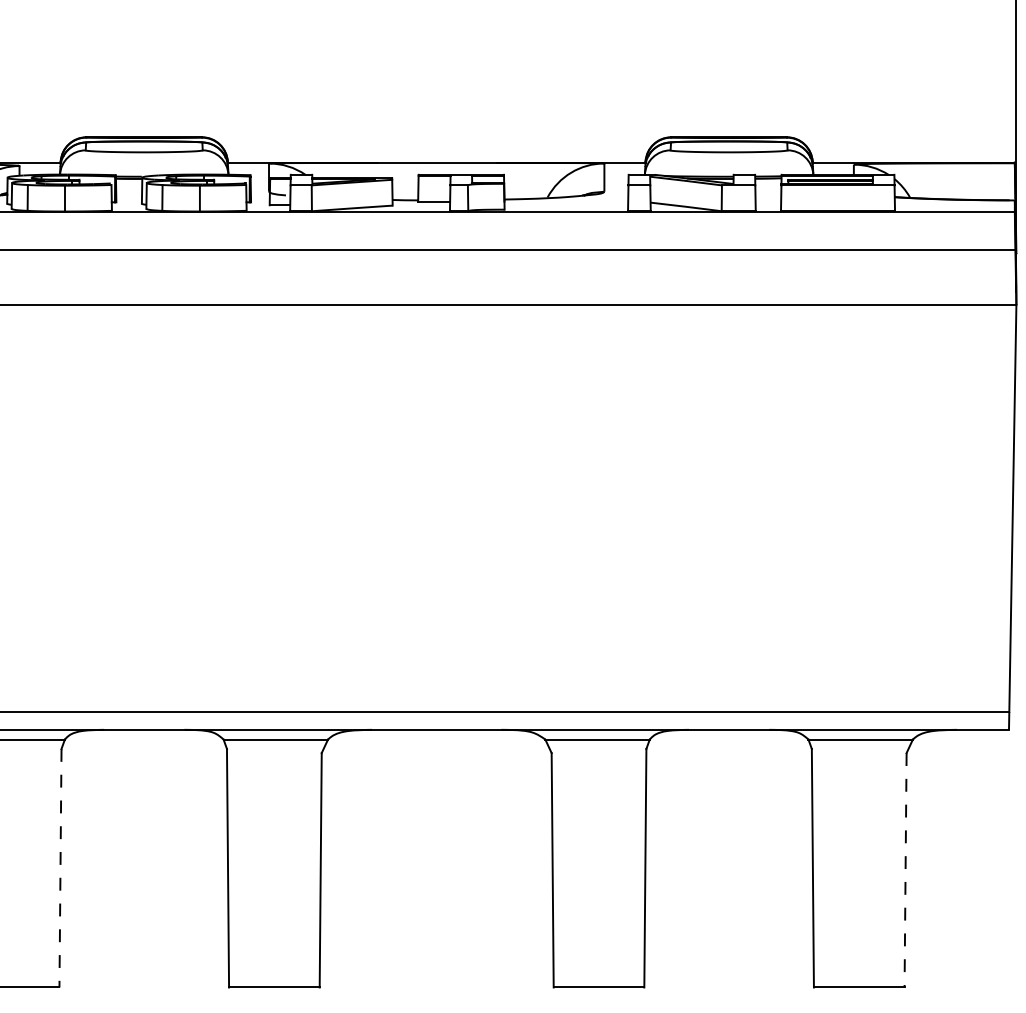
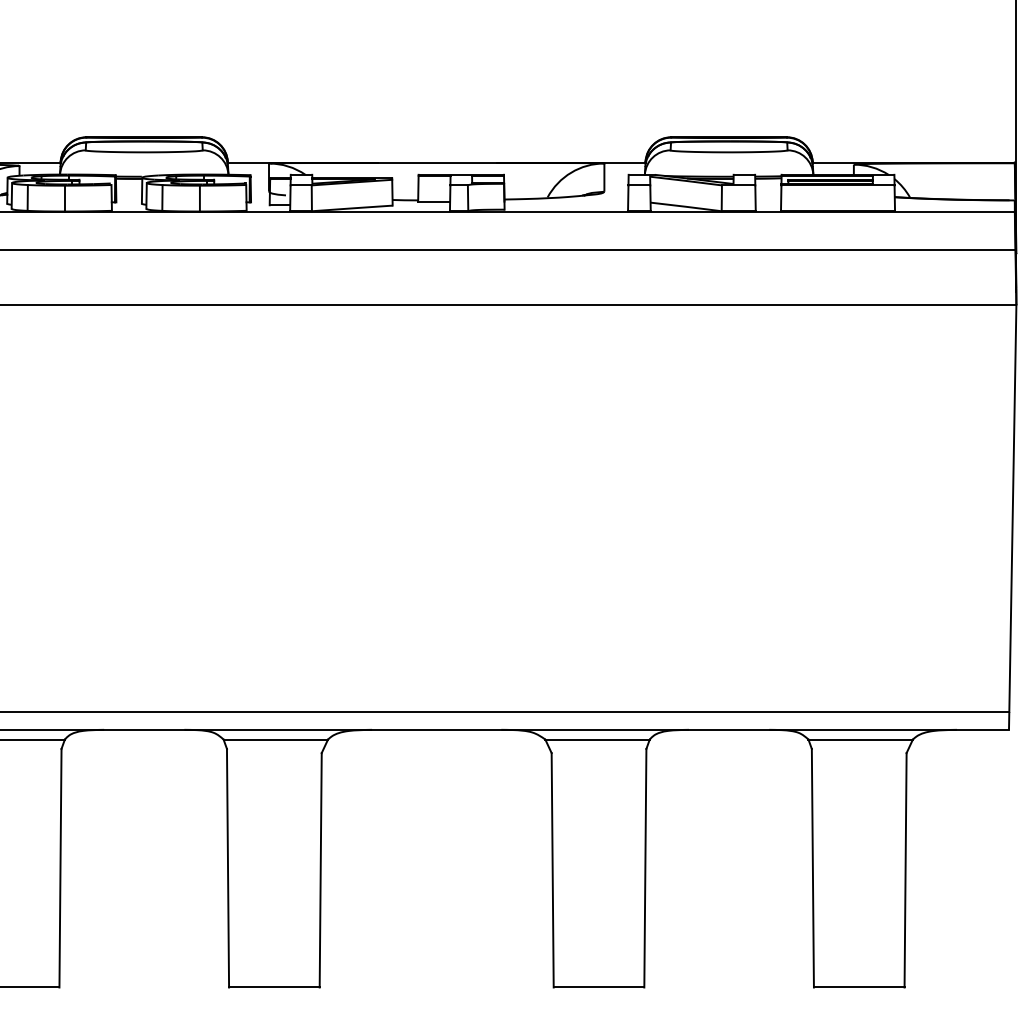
line at (60, 868): dashed -> solid
line at (905, 870): dashed -> solid
